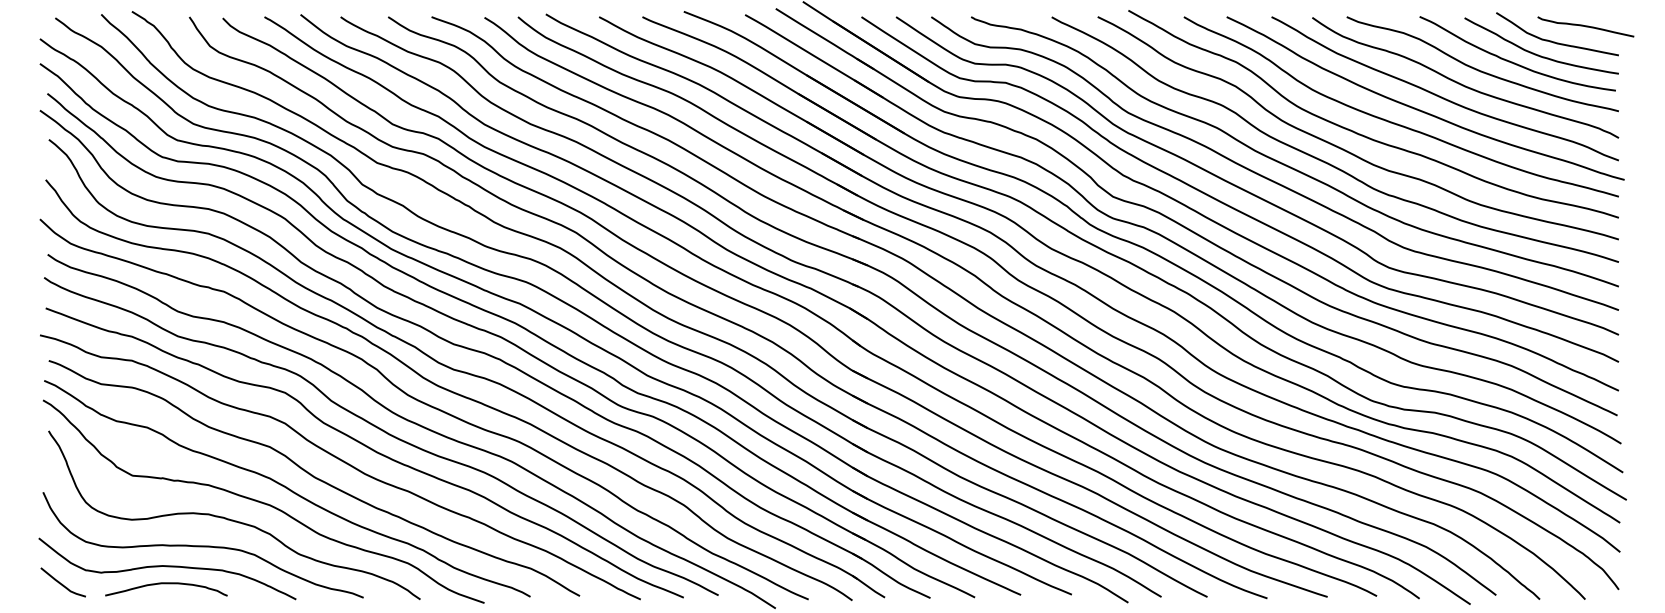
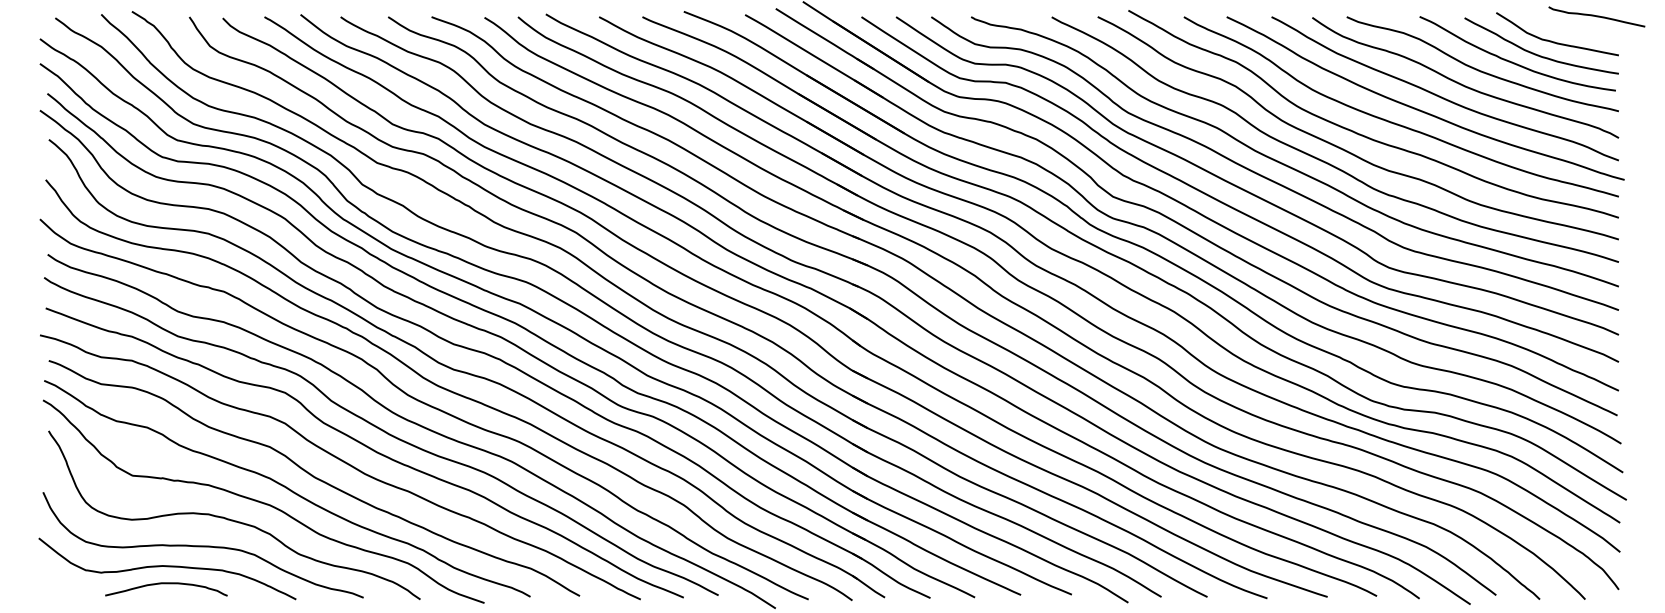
curve at (1585, 26) position: (1585, 26) -> (1596, 16)
curve at (62, 583): present -> none
